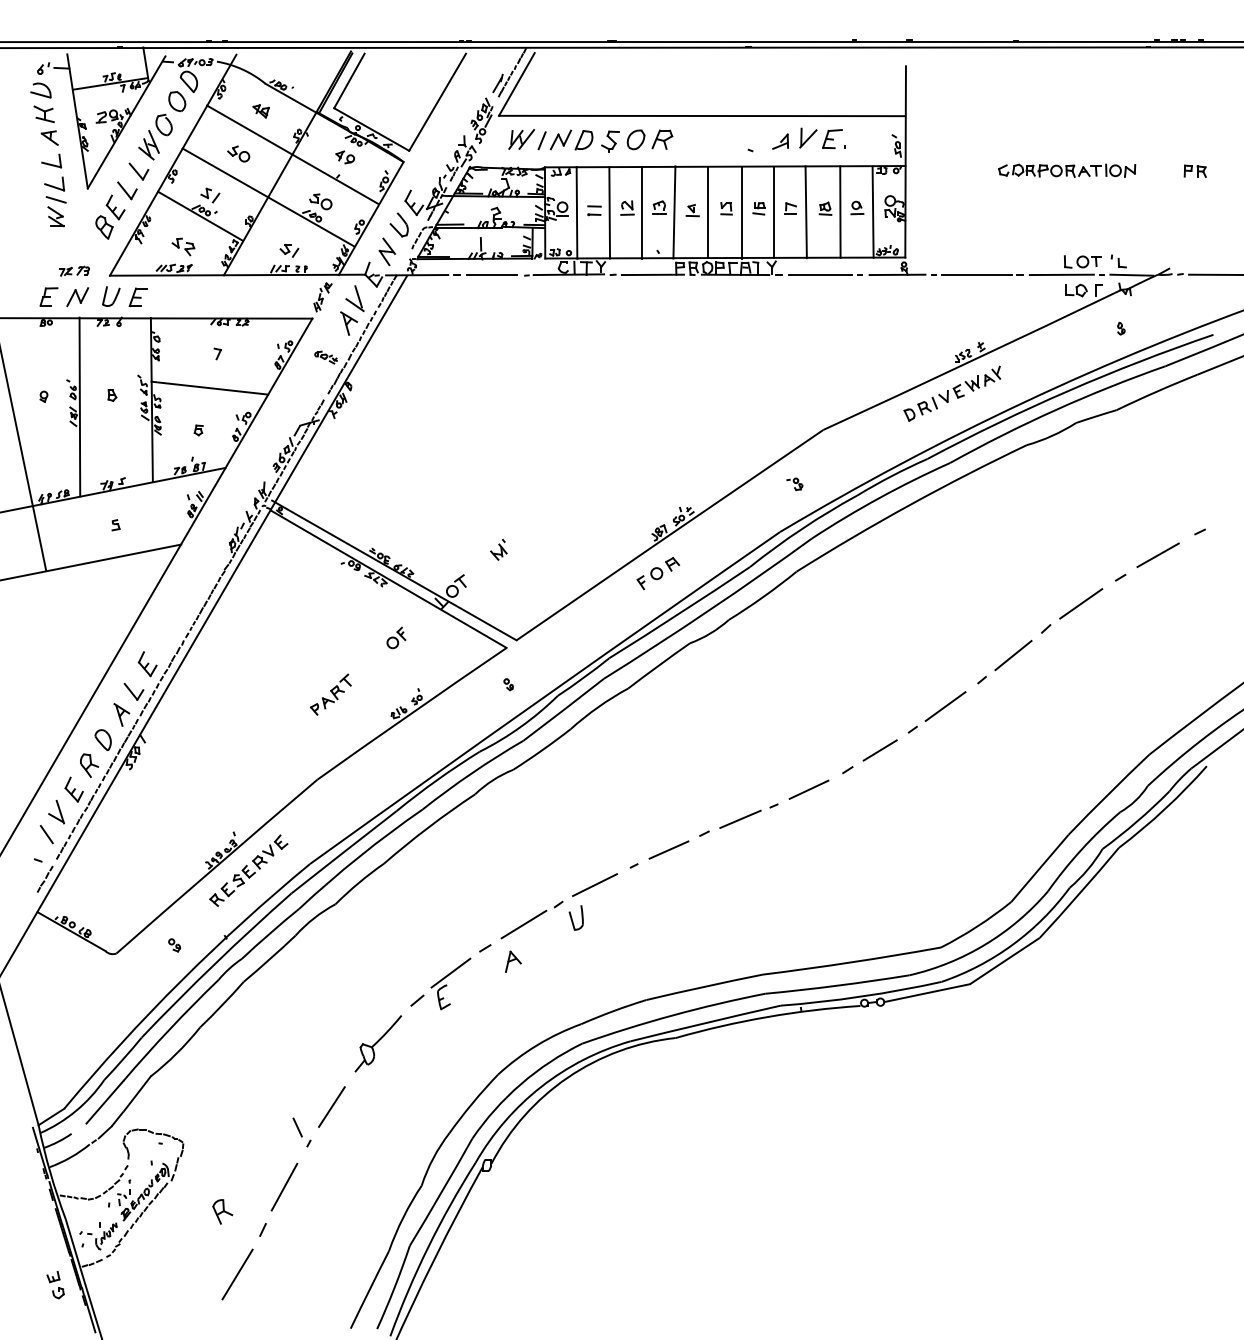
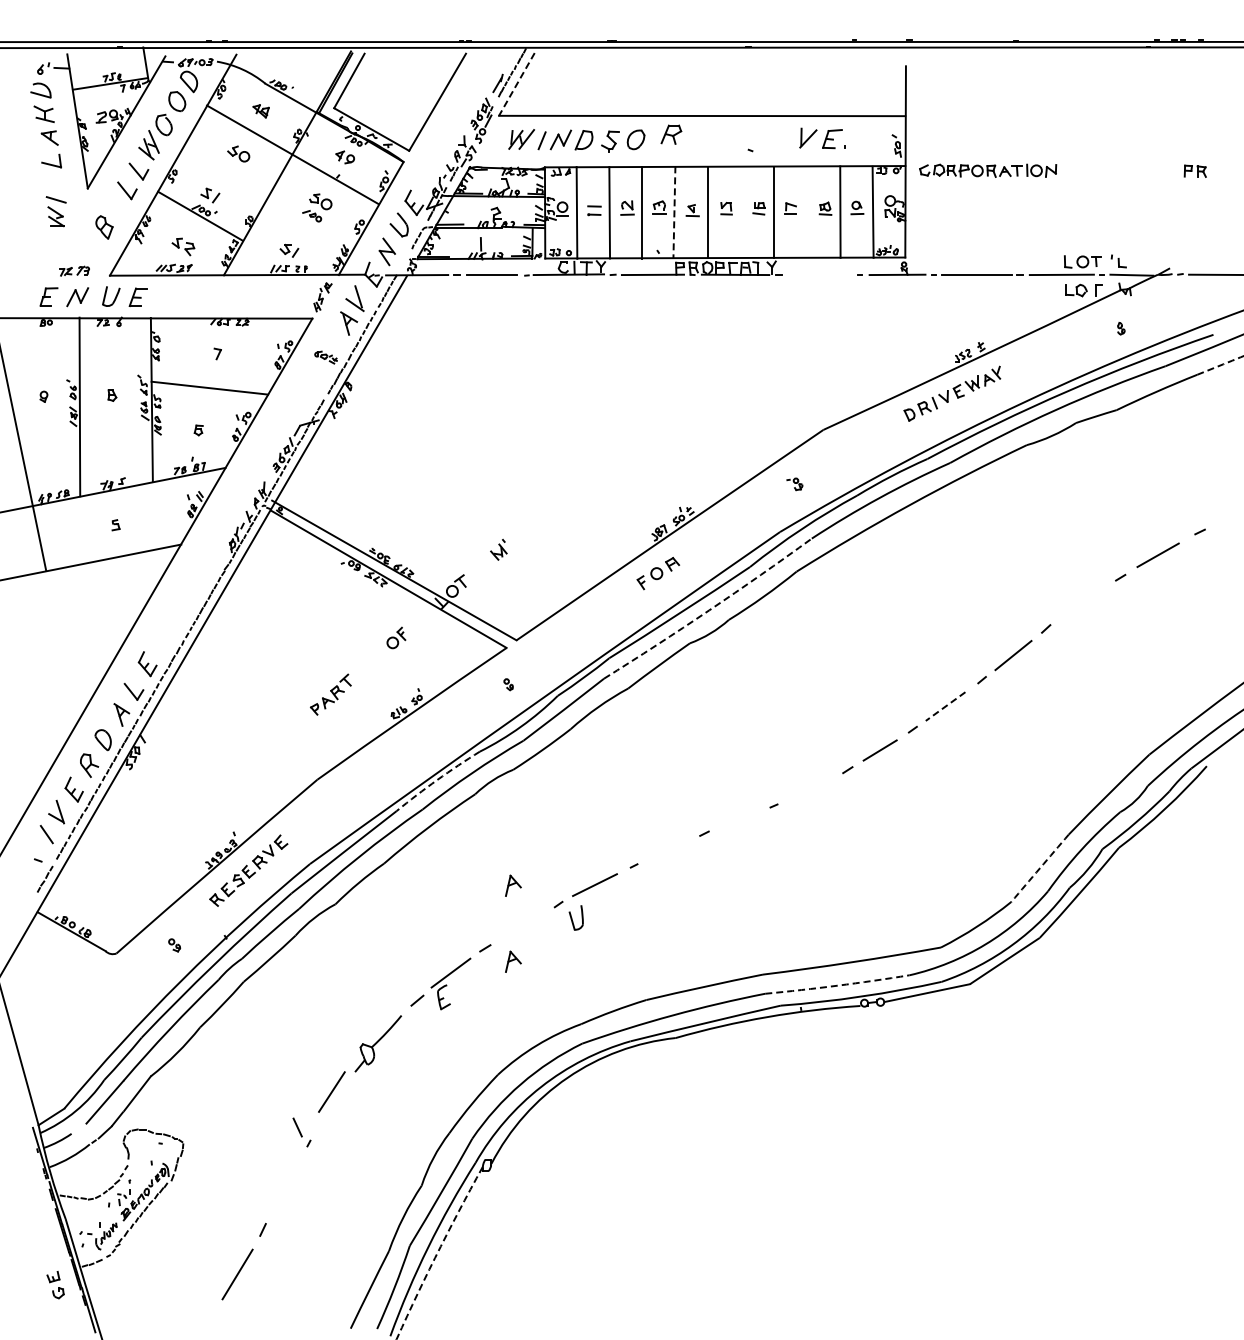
line at (516, 84): solid -> dashed
part at (662, 139) position: (662, 139) -> (671, 134)
part at (780, 141): present -> none
part at (1067, 170) position: (1067, 170) -> (988, 170)
part at (54, 183): present -> none
line at (268, 197): present -> none
part at (115, 207): present -> none
line at (674, 212): solid -> dashed
line at (742, 212): present -> none
line at (805, 212): present -> none
line at (820, 275): present -> none
arc at (1221, 365): solid -> dashed
line at (1081, 603): present -> none
arc at (709, 610): solid -> dashed
line at (945, 706): solid -> dashed
arc at (437, 780): solid -> dashed
line at (808, 789): present -> none
line at (740, 818): present -> none
line at (668, 849): present -> none
arc at (1040, 868): solid -> dashed
part at (513, 885): none -> present
line at (523, 924): present -> none
arc at (837, 985): solid -> dashed
line at (331, 1106) position: (331, 1106) -> (331, 1091)
line at (284, 1187): present -> none
part at (222, 1211): present -> none
arc at (437, 1252): solid -> dashed
